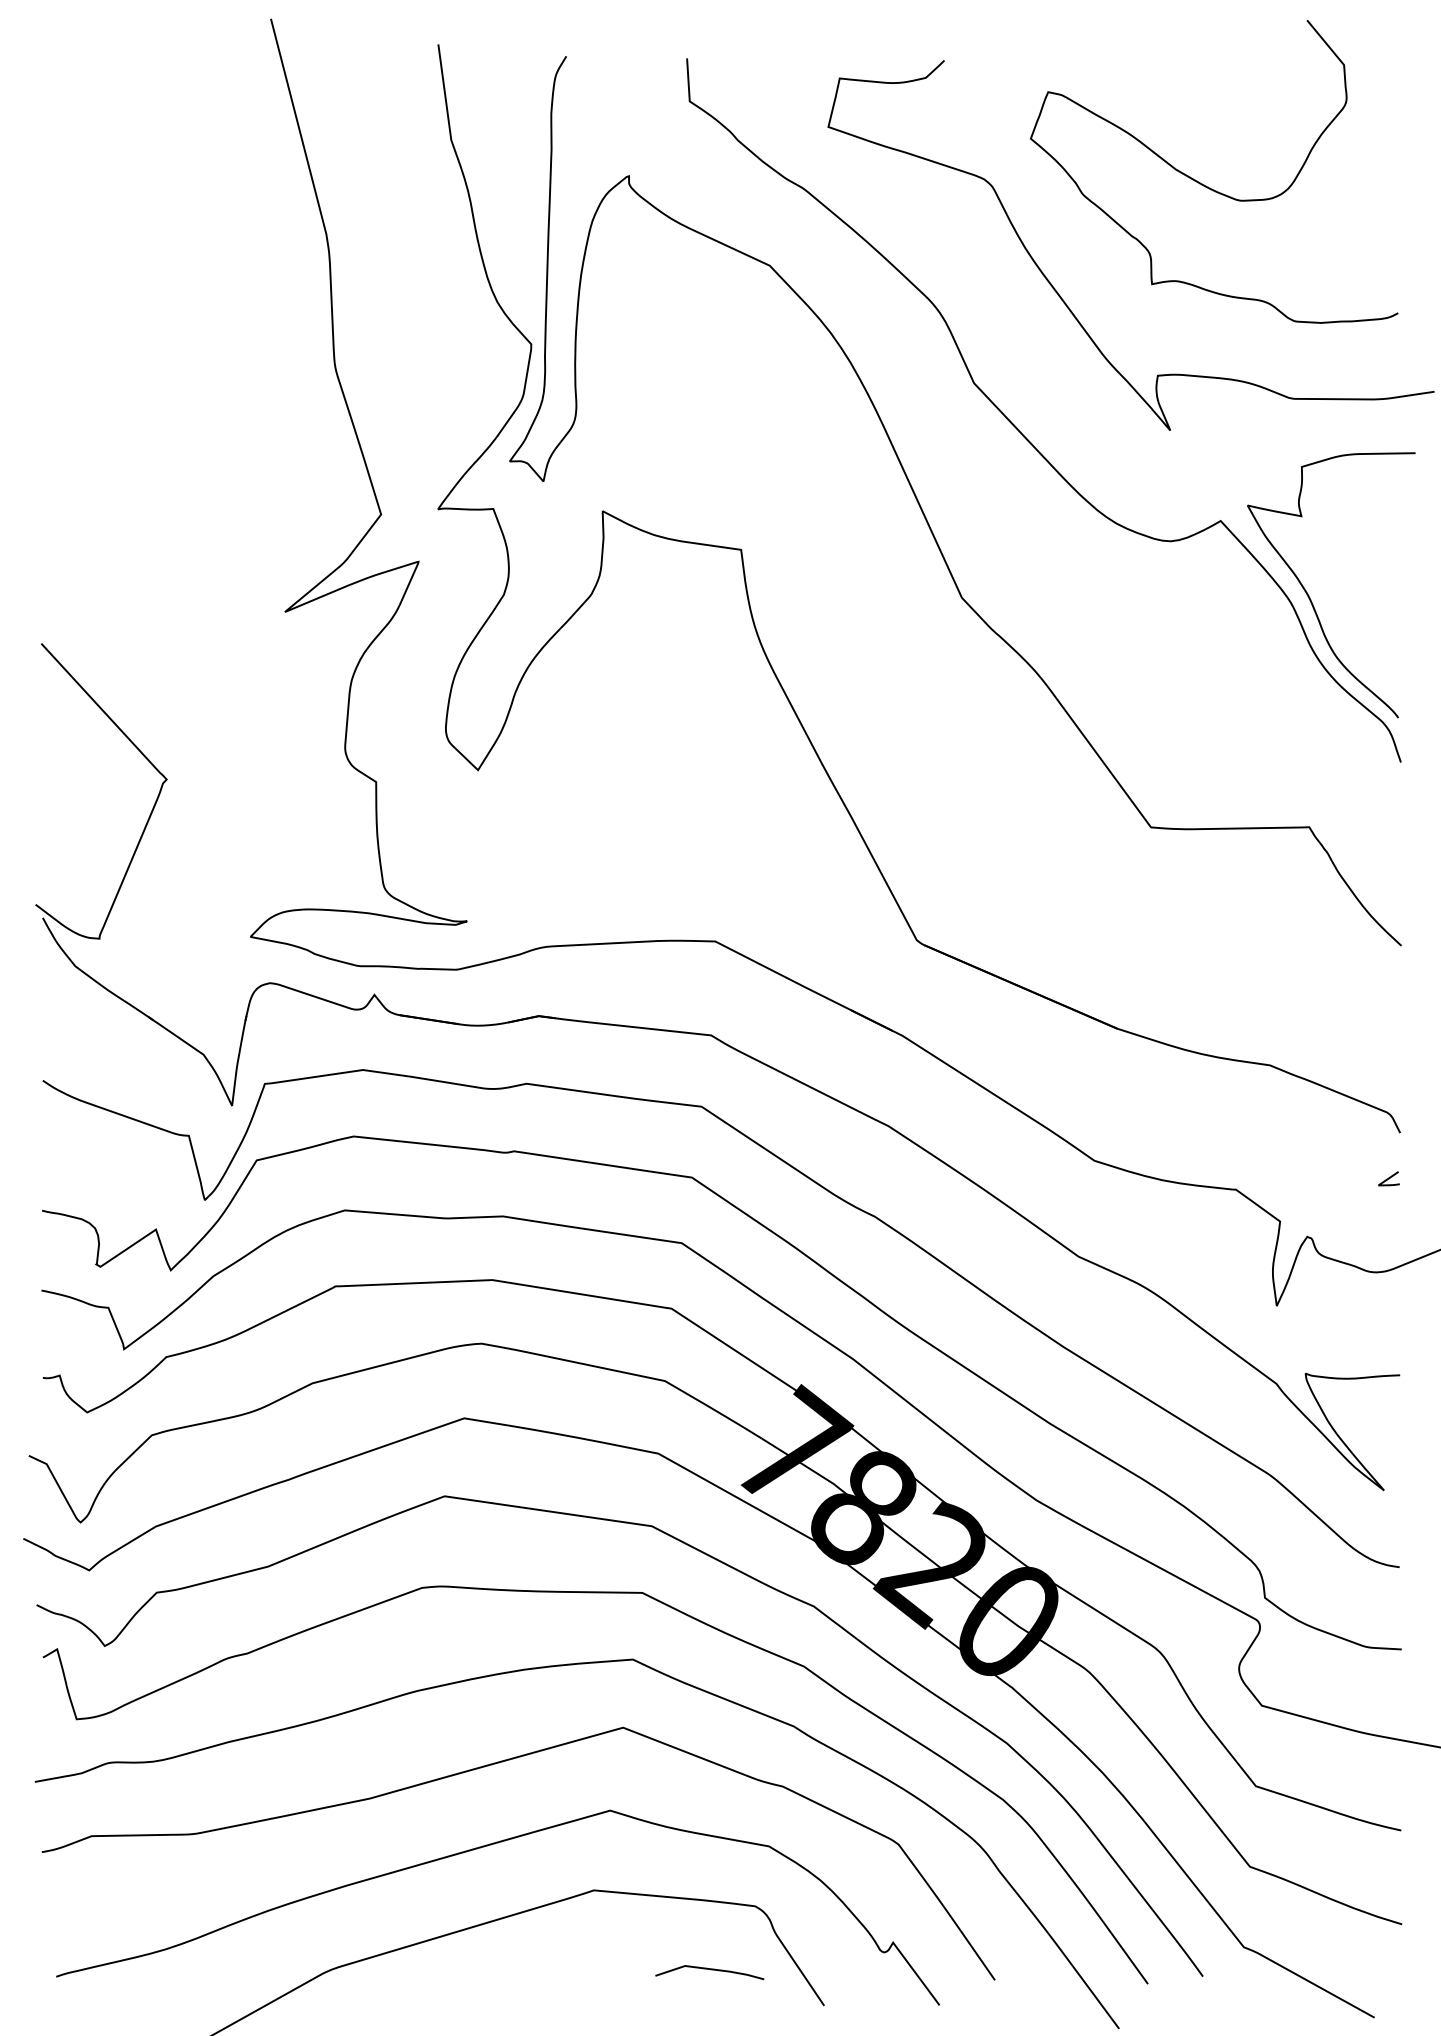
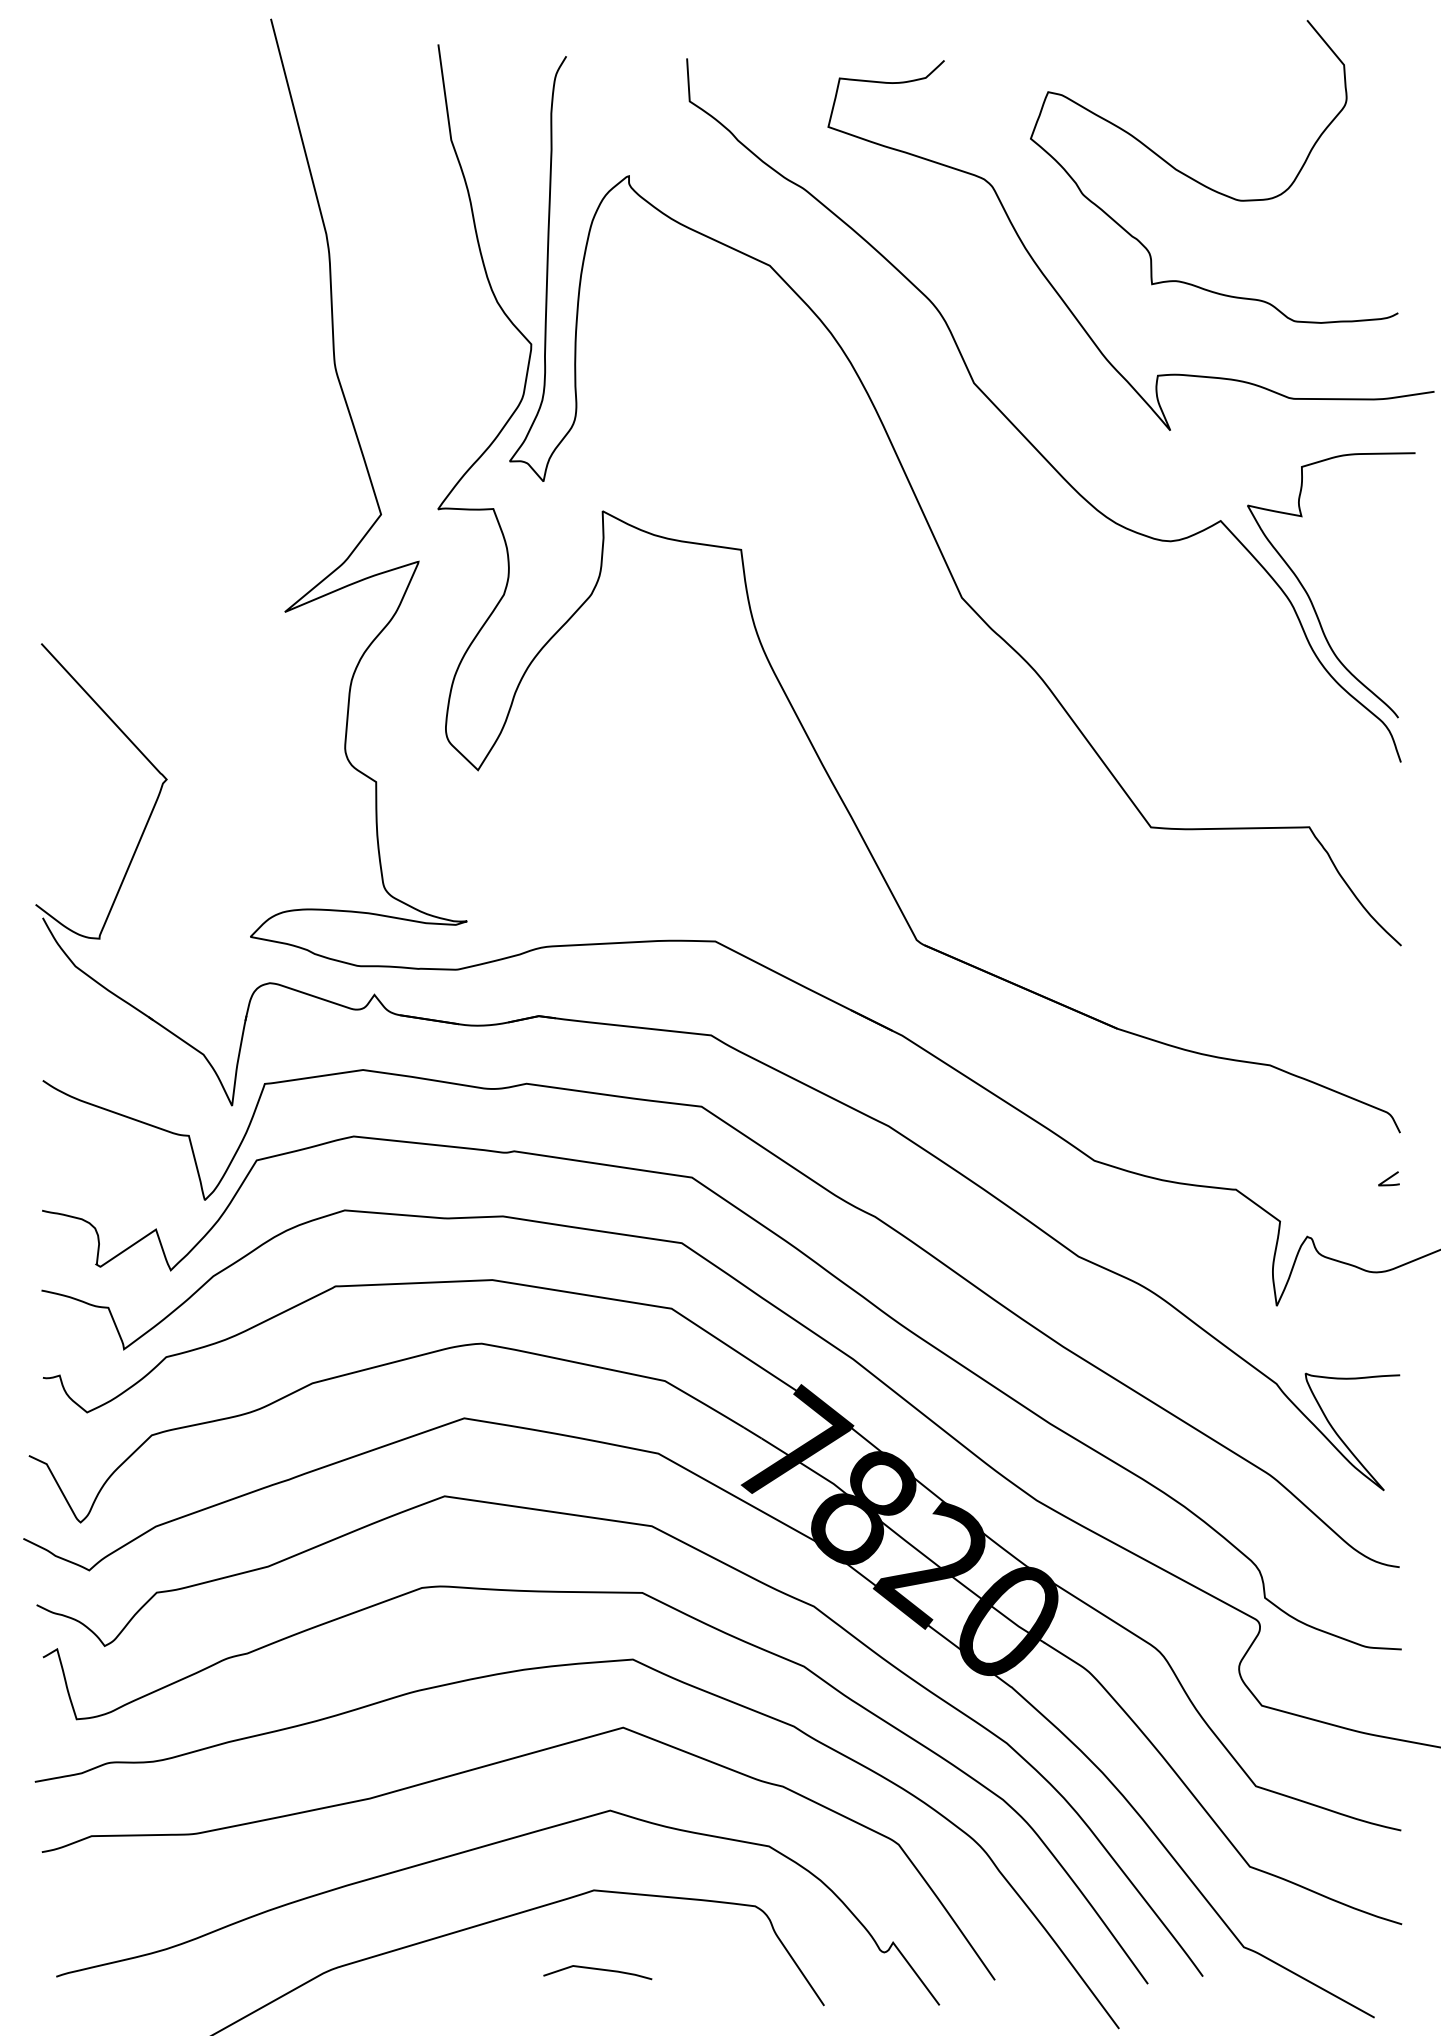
line at (710, 1970) position: (710, 1970) -> (598, 1970)
